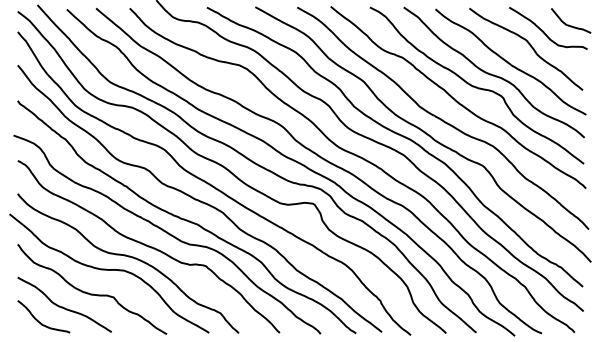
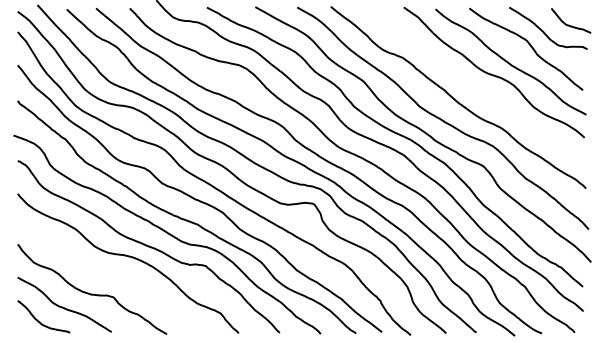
curve at (476, 86): present -> none
curve at (109, 270): present -> none
